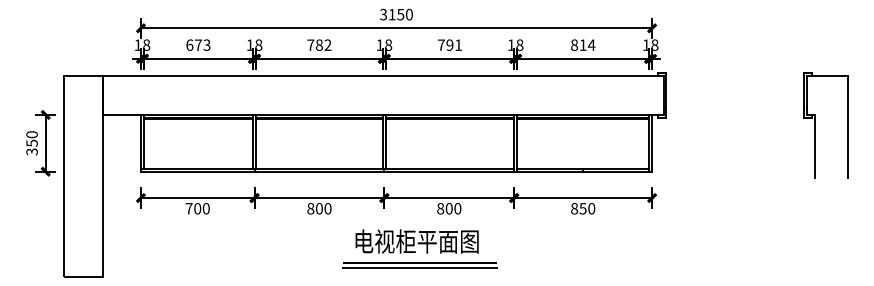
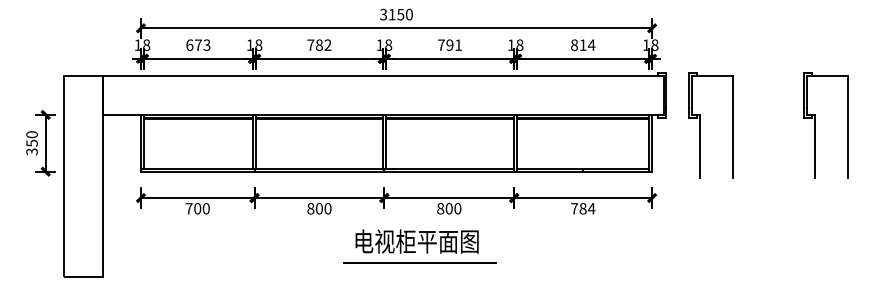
part at (700, 125): none -> present
text at (583, 208): 850 -> 784
line at (420, 268): present -> none
